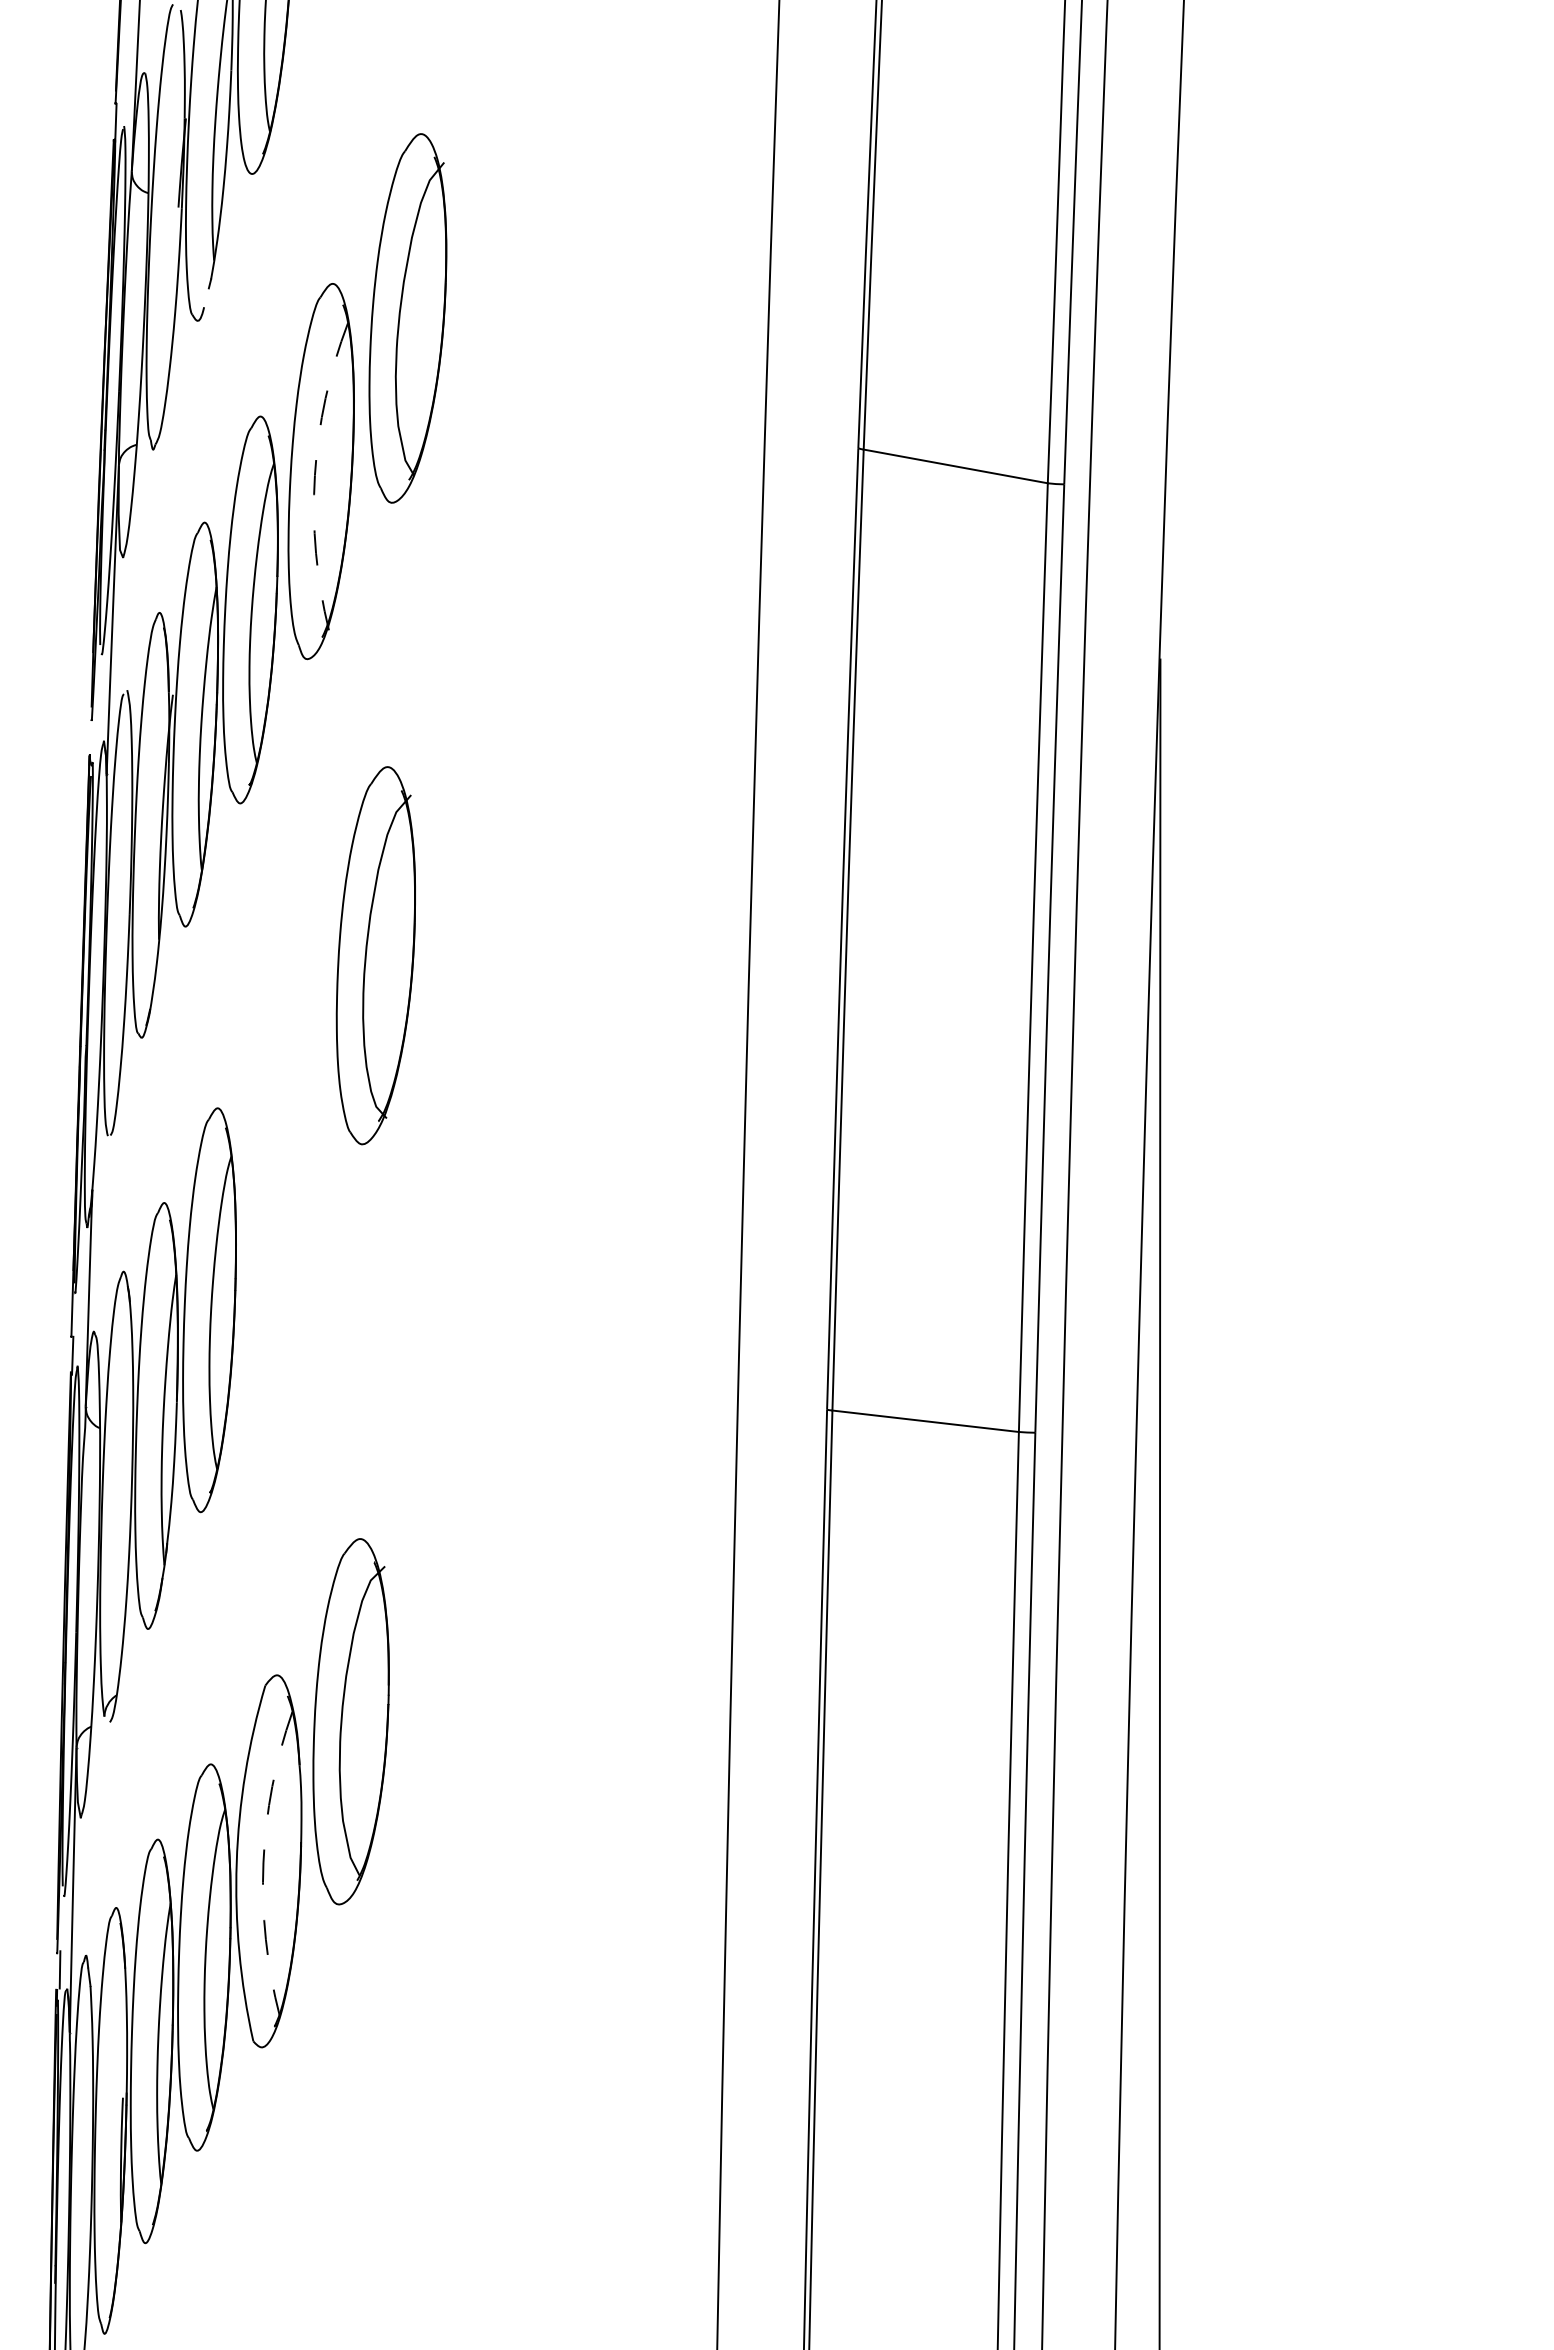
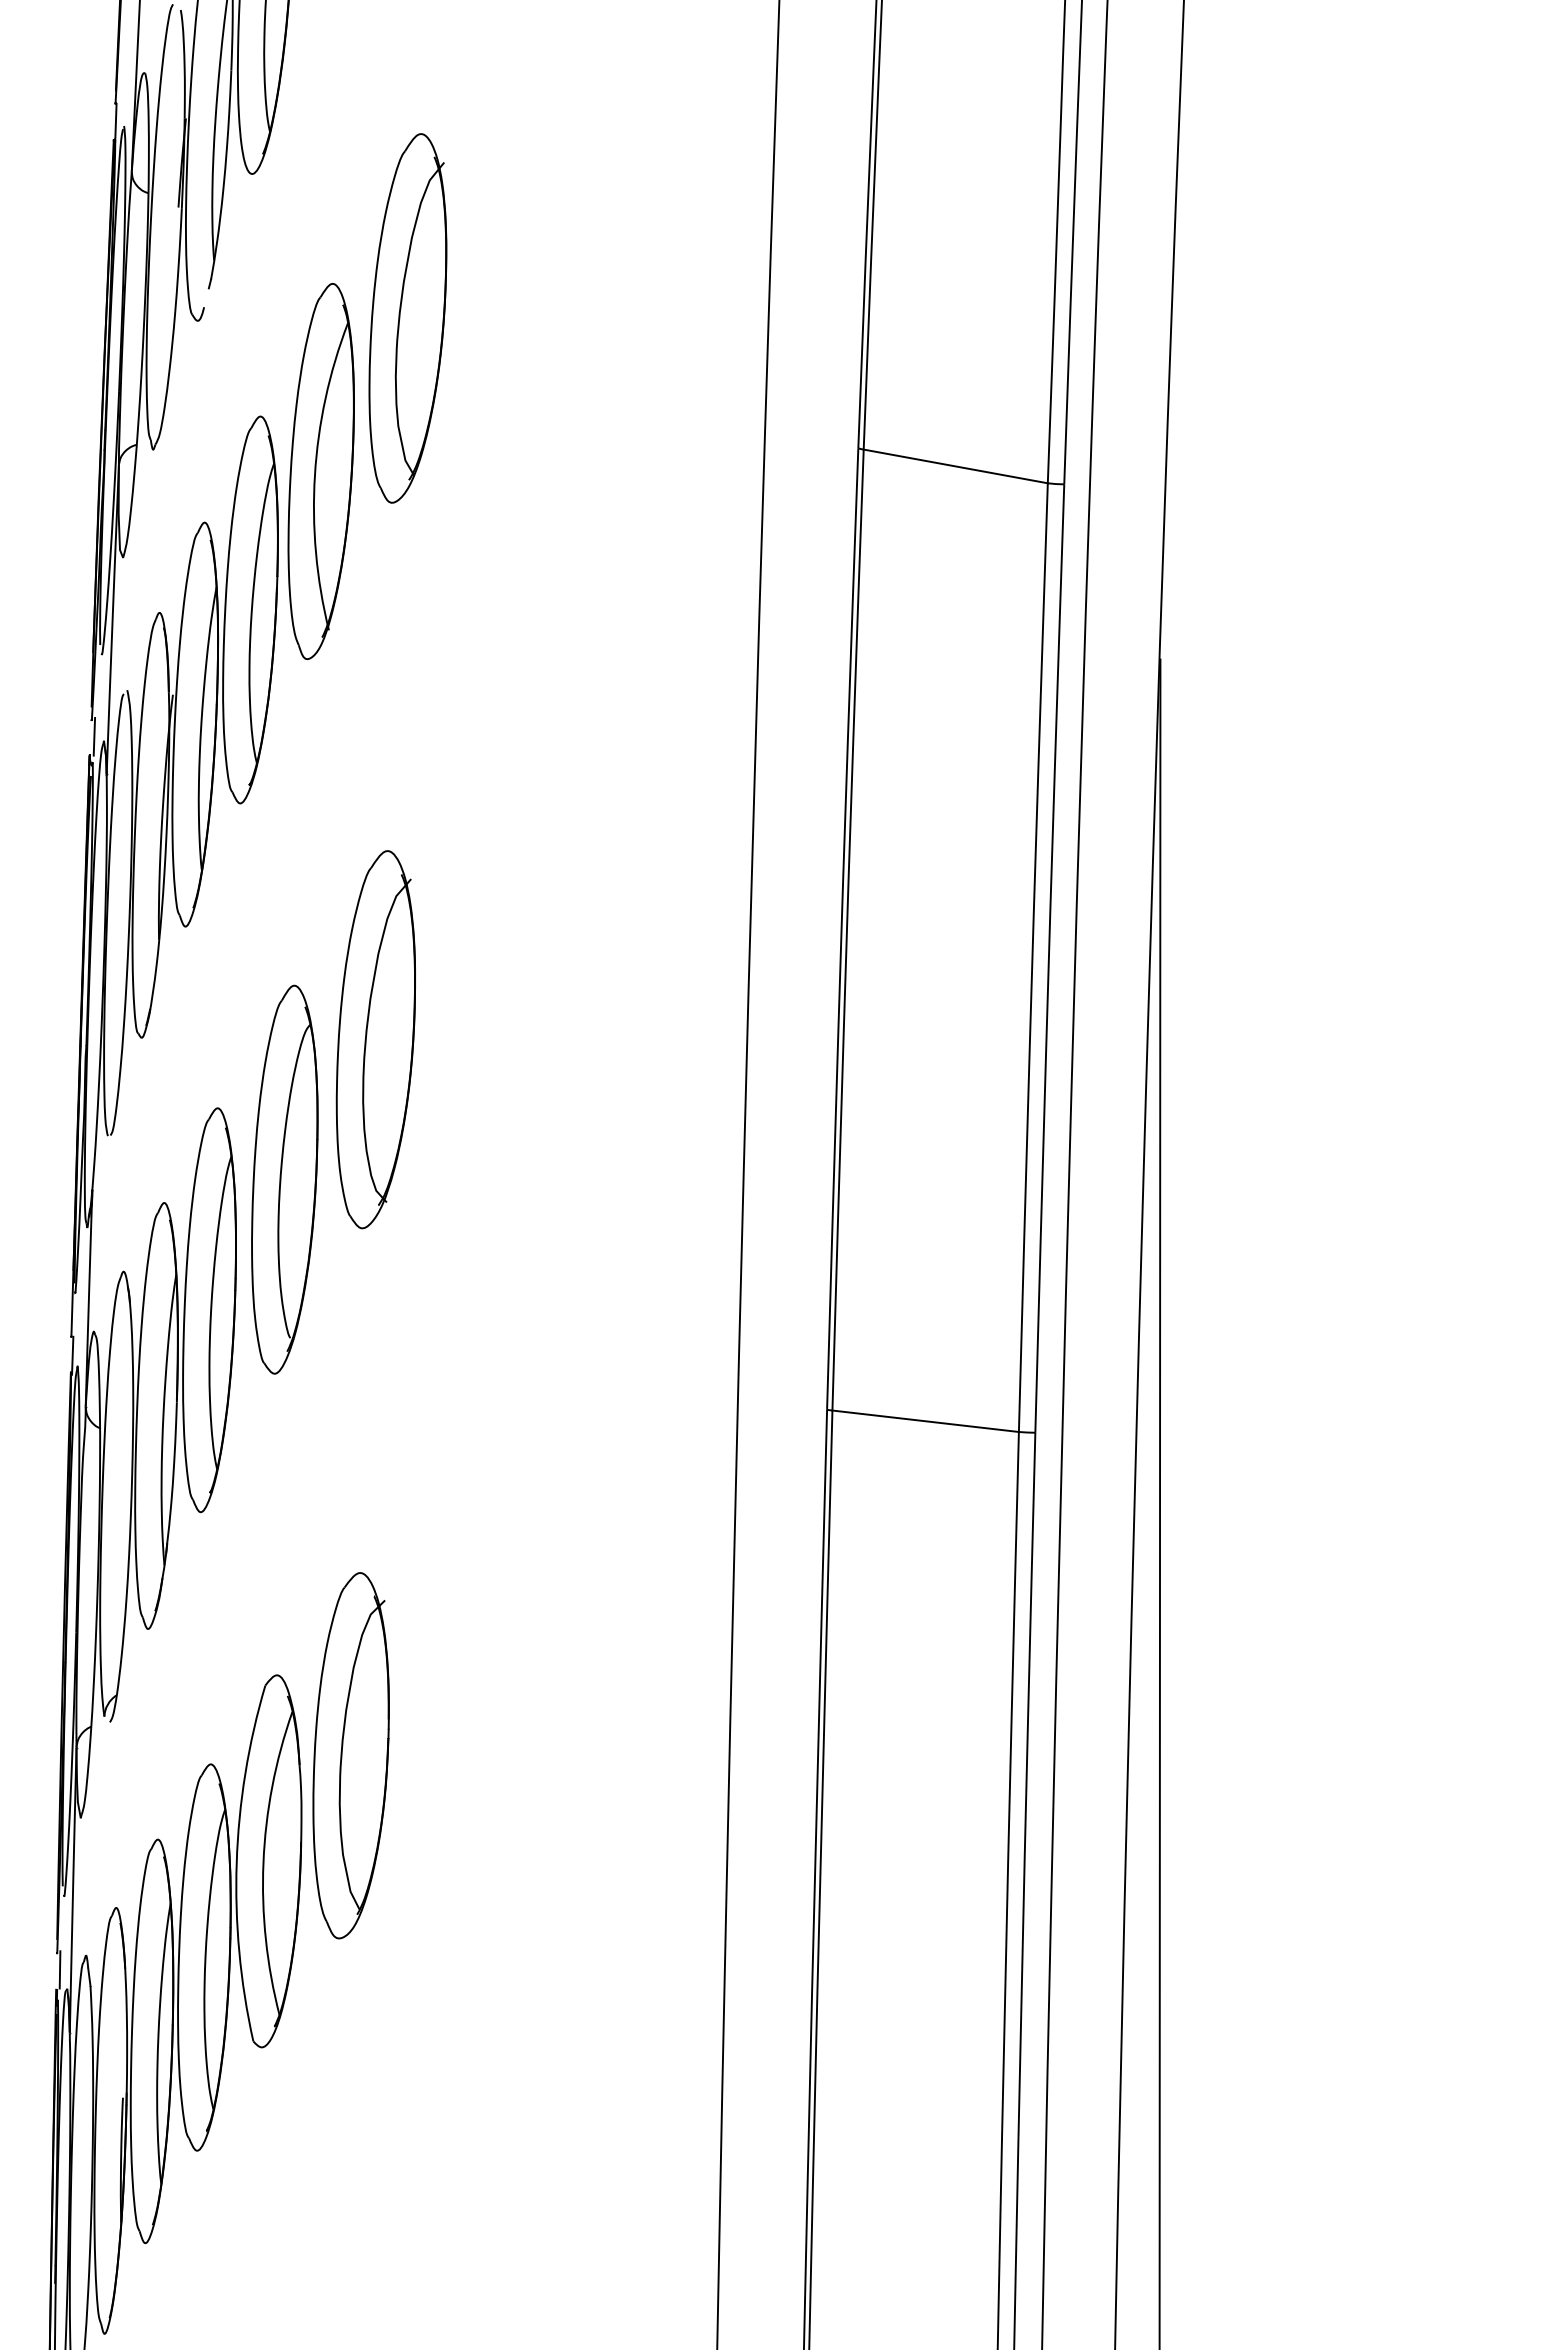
arc at (314, 475): dashed -> solid
line at (94, 736): none -> present
part at (375, 955) position: (375, 955) -> (375, 1039)
part at (284, 1179): none -> present
part at (350, 1721) position: (350, 1721) -> (350, 1755)
arc at (263, 1863): dashed -> solid
